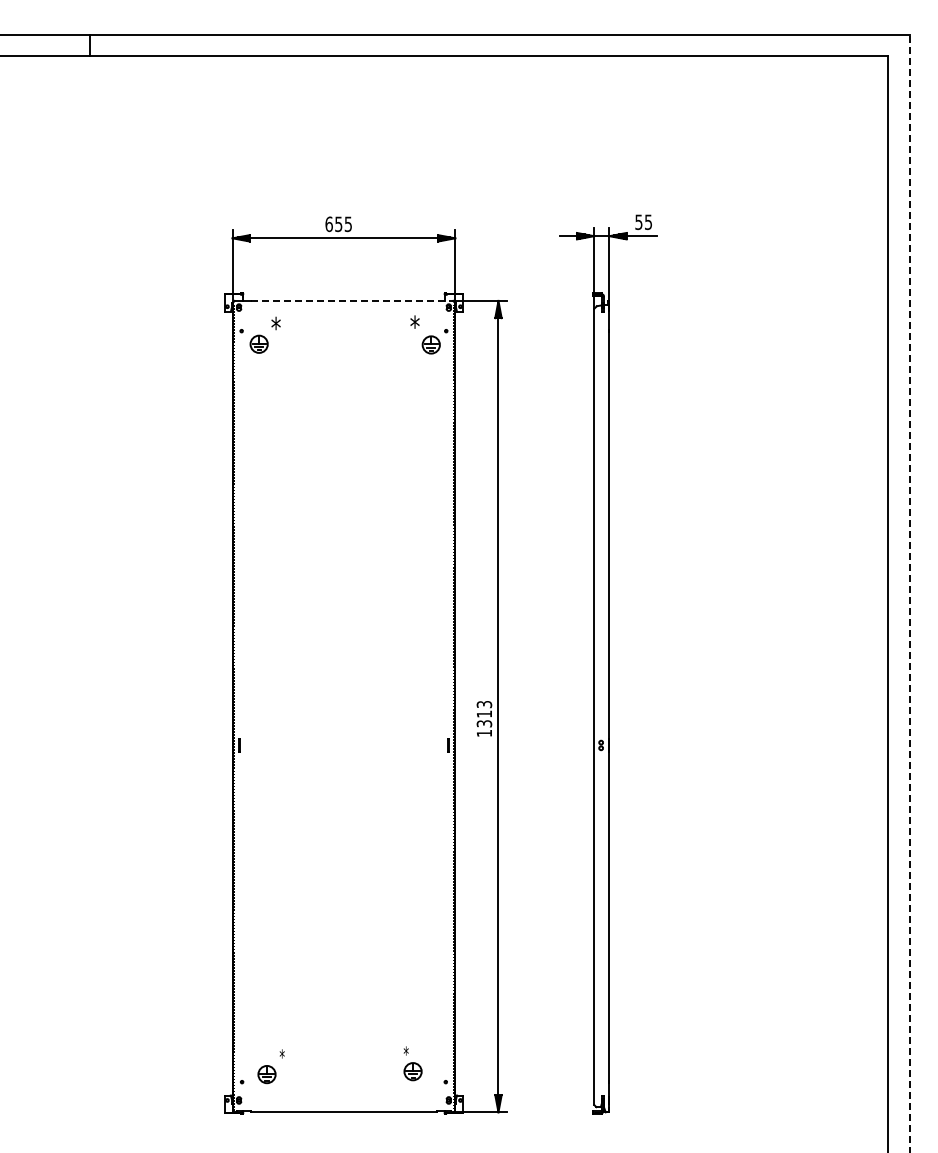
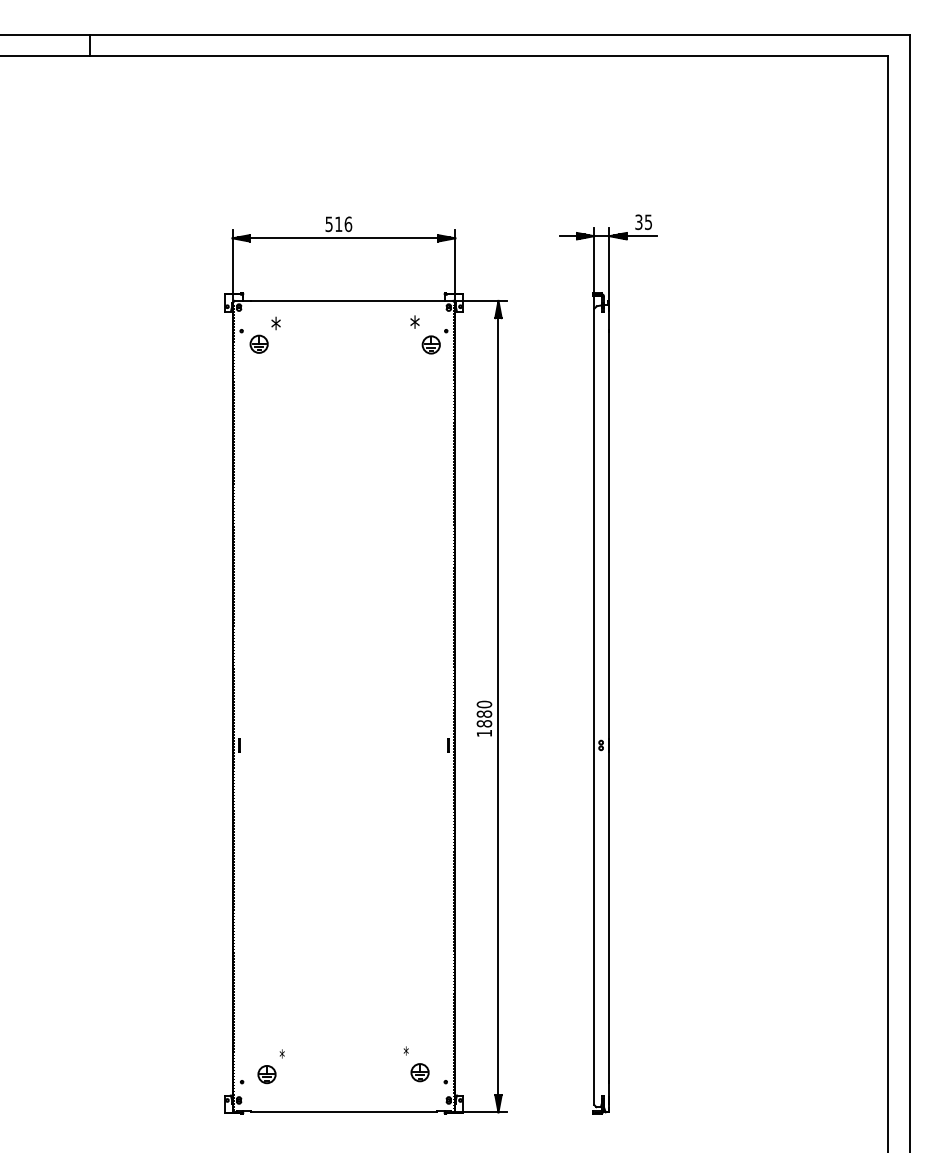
text at (638, 221): 55 -> 35
text at (338, 224): 655 -> 516
line at (352, 300): dashed -> solid
line at (909, 593): dashed -> solid
text at (484, 713): 1313 -> 1880
part at (412, 1071) position: (412, 1071) -> (419, 1072)
